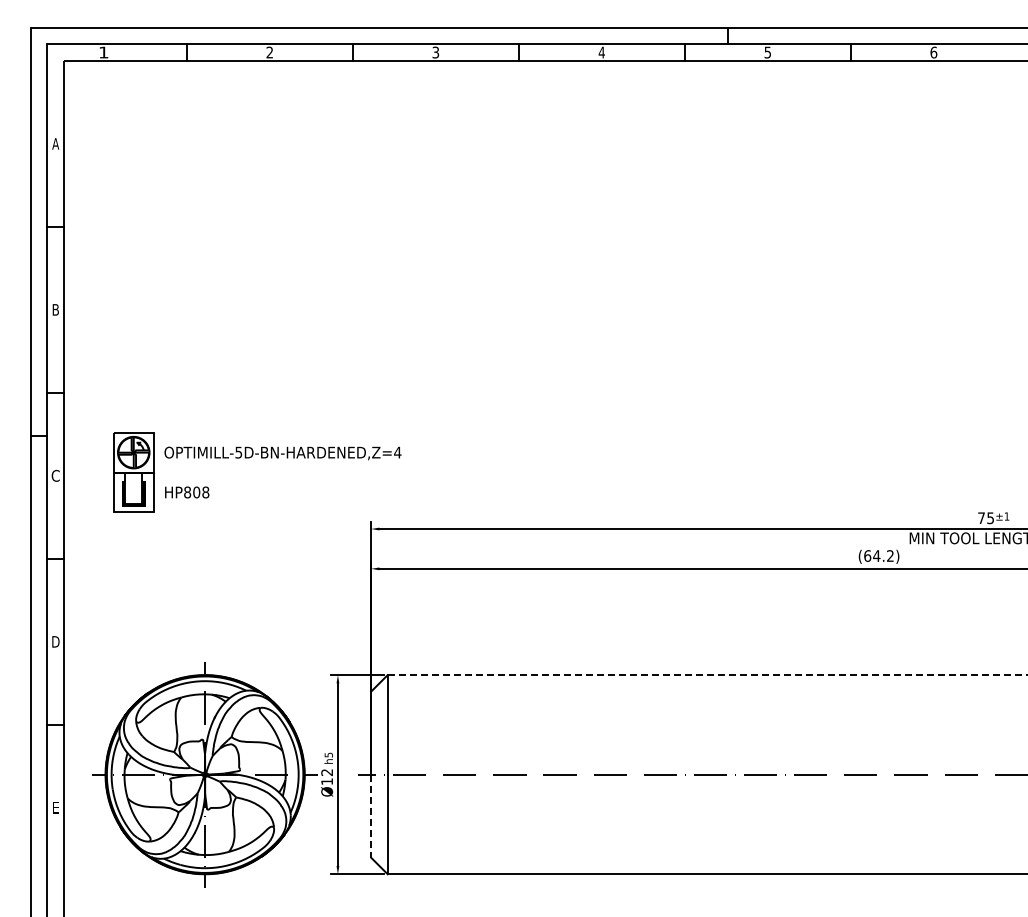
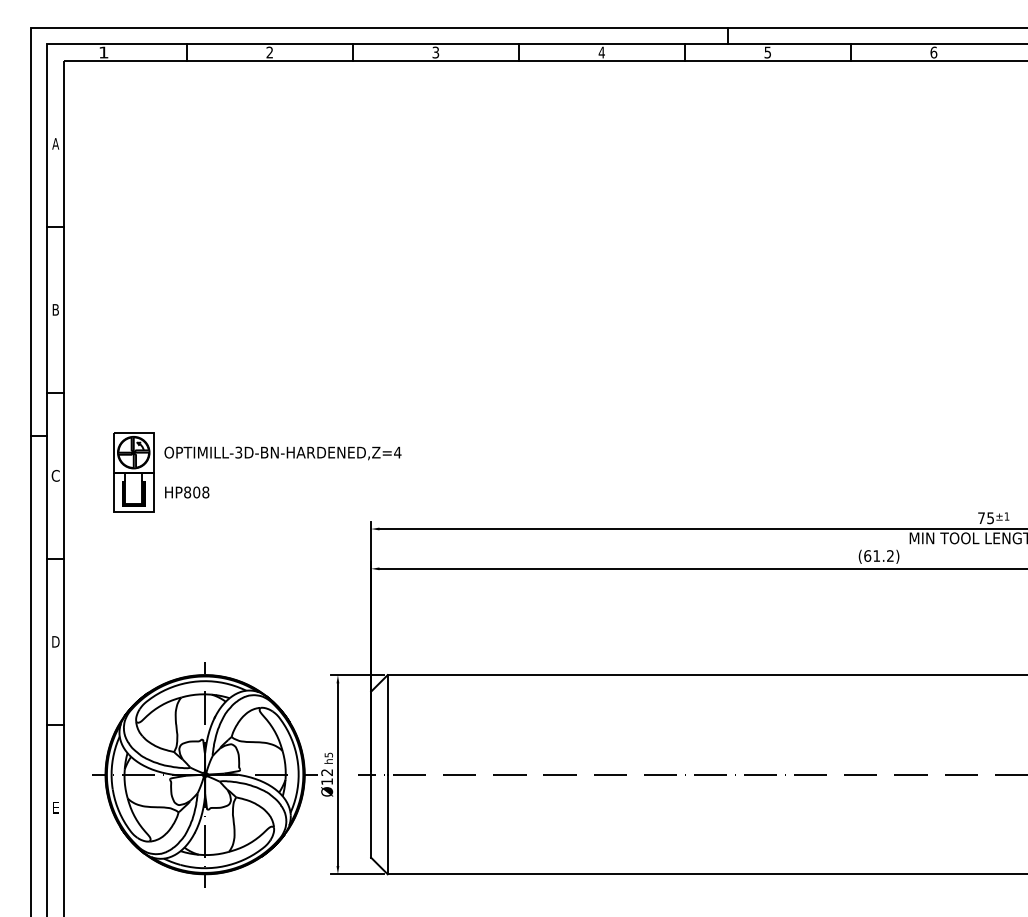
text at (238, 451): OPTIMILL-5D-BN-HARDENED,Z=4 -> OPTIMILL-3D-BN-HARDENED,Z=4
text at (876, 555): (64.2) -> (61.2)
line at (707, 675): dashed -> solid
line at (371, 816): dashed -> solid
